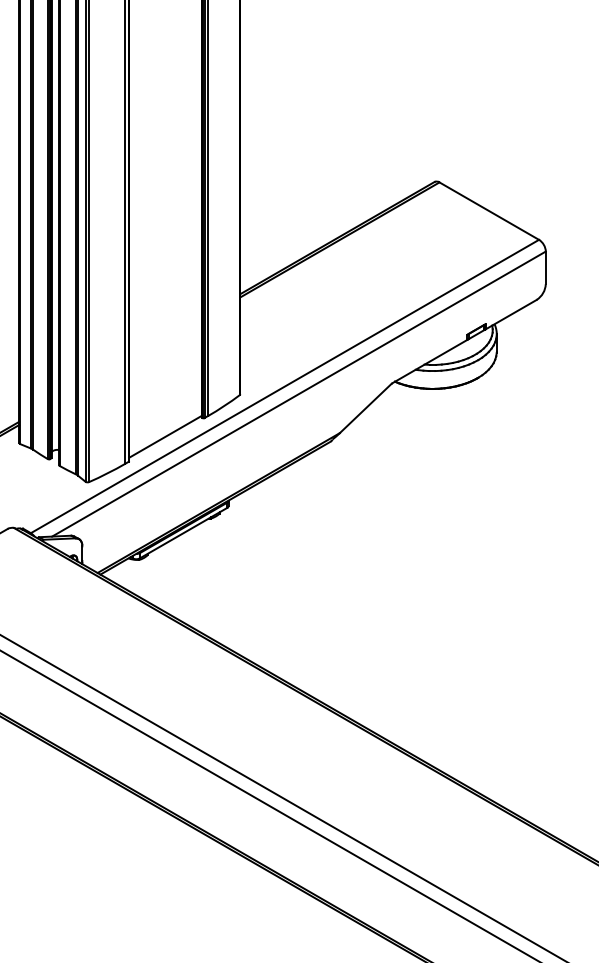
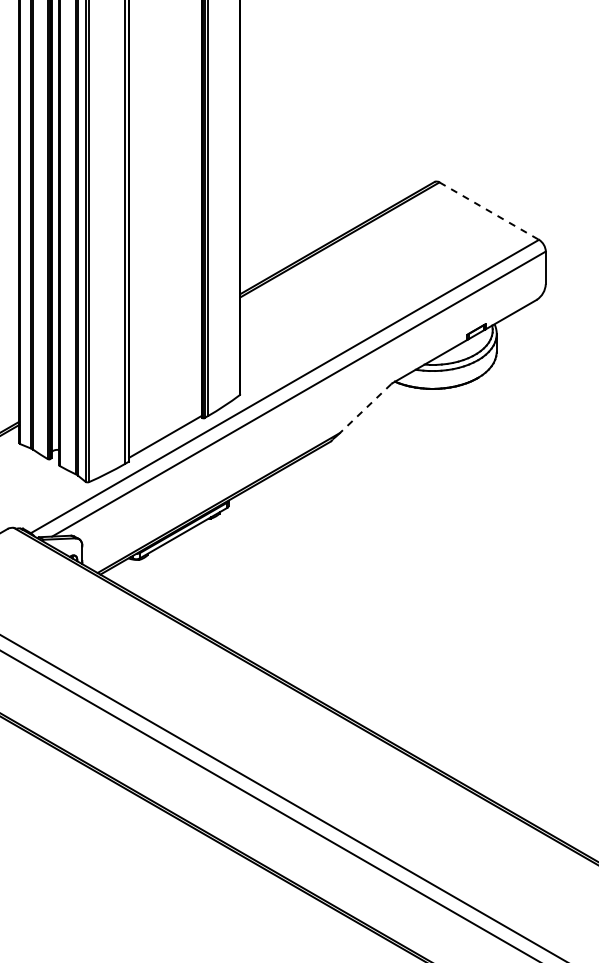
line at (489, 211): solid -> dashed
line at (365, 408): solid -> dashed
